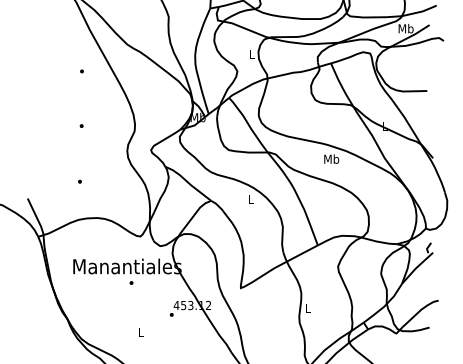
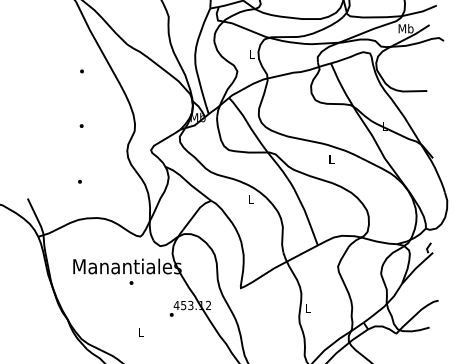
text at (331, 158): Mb -> L
